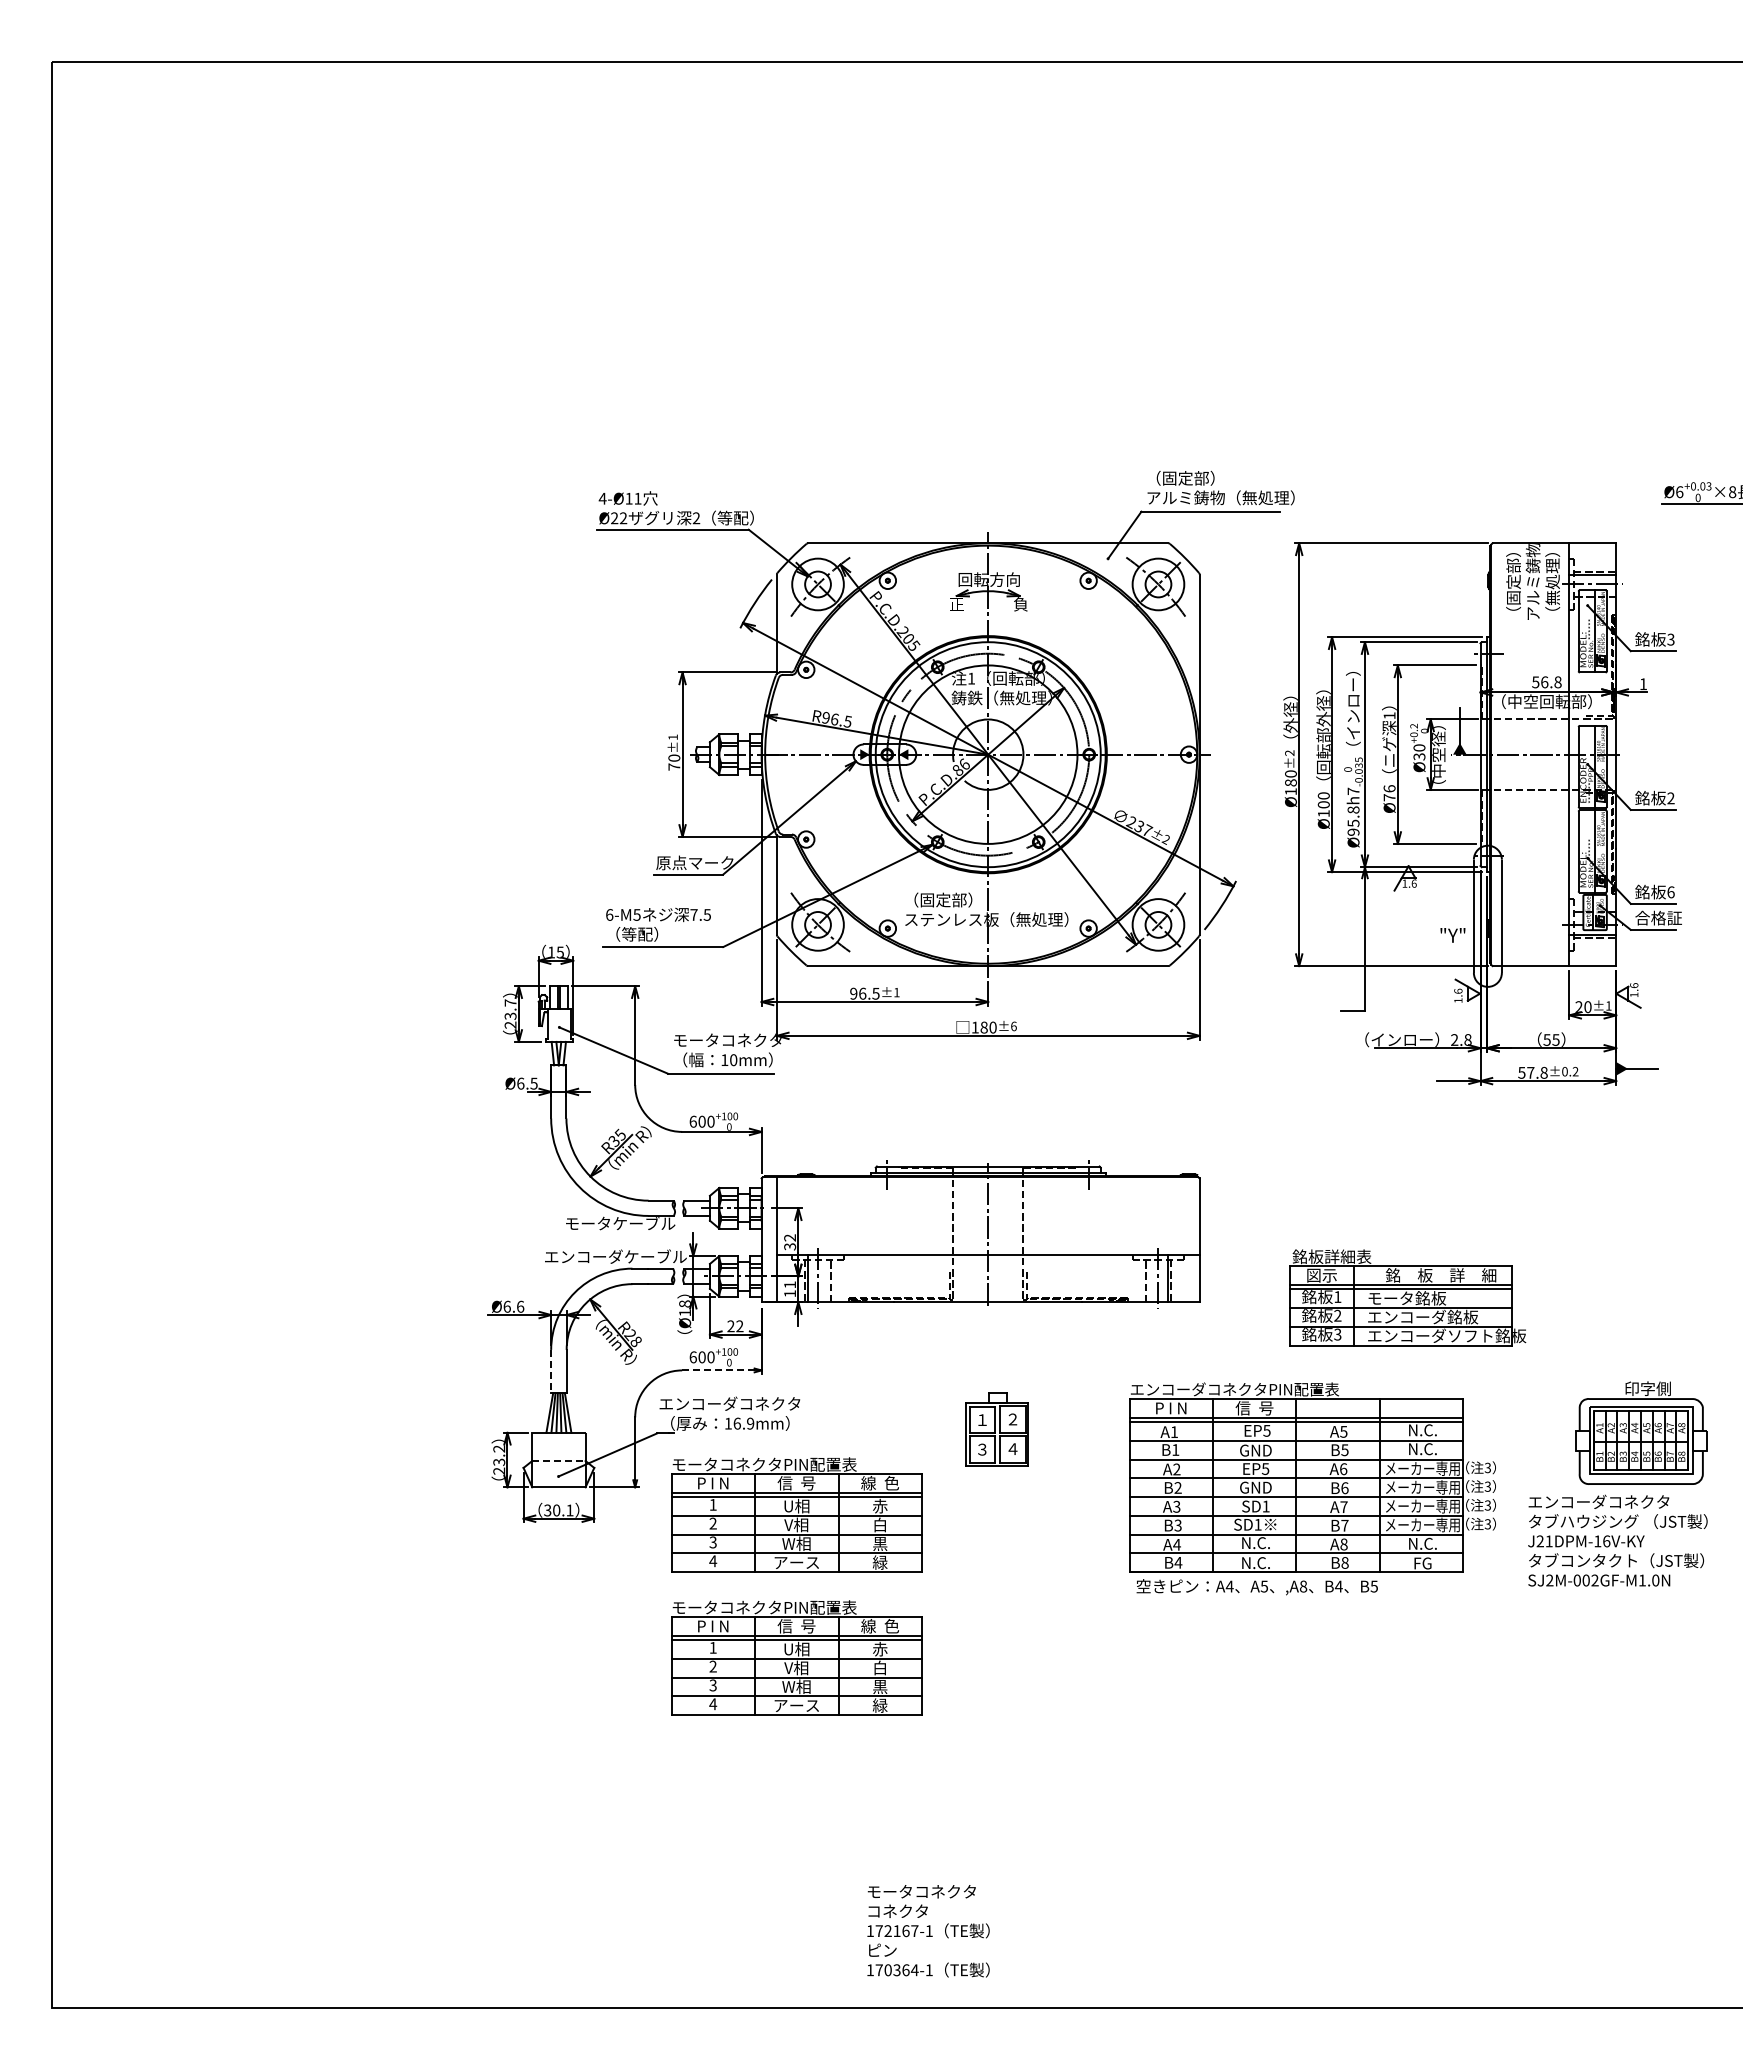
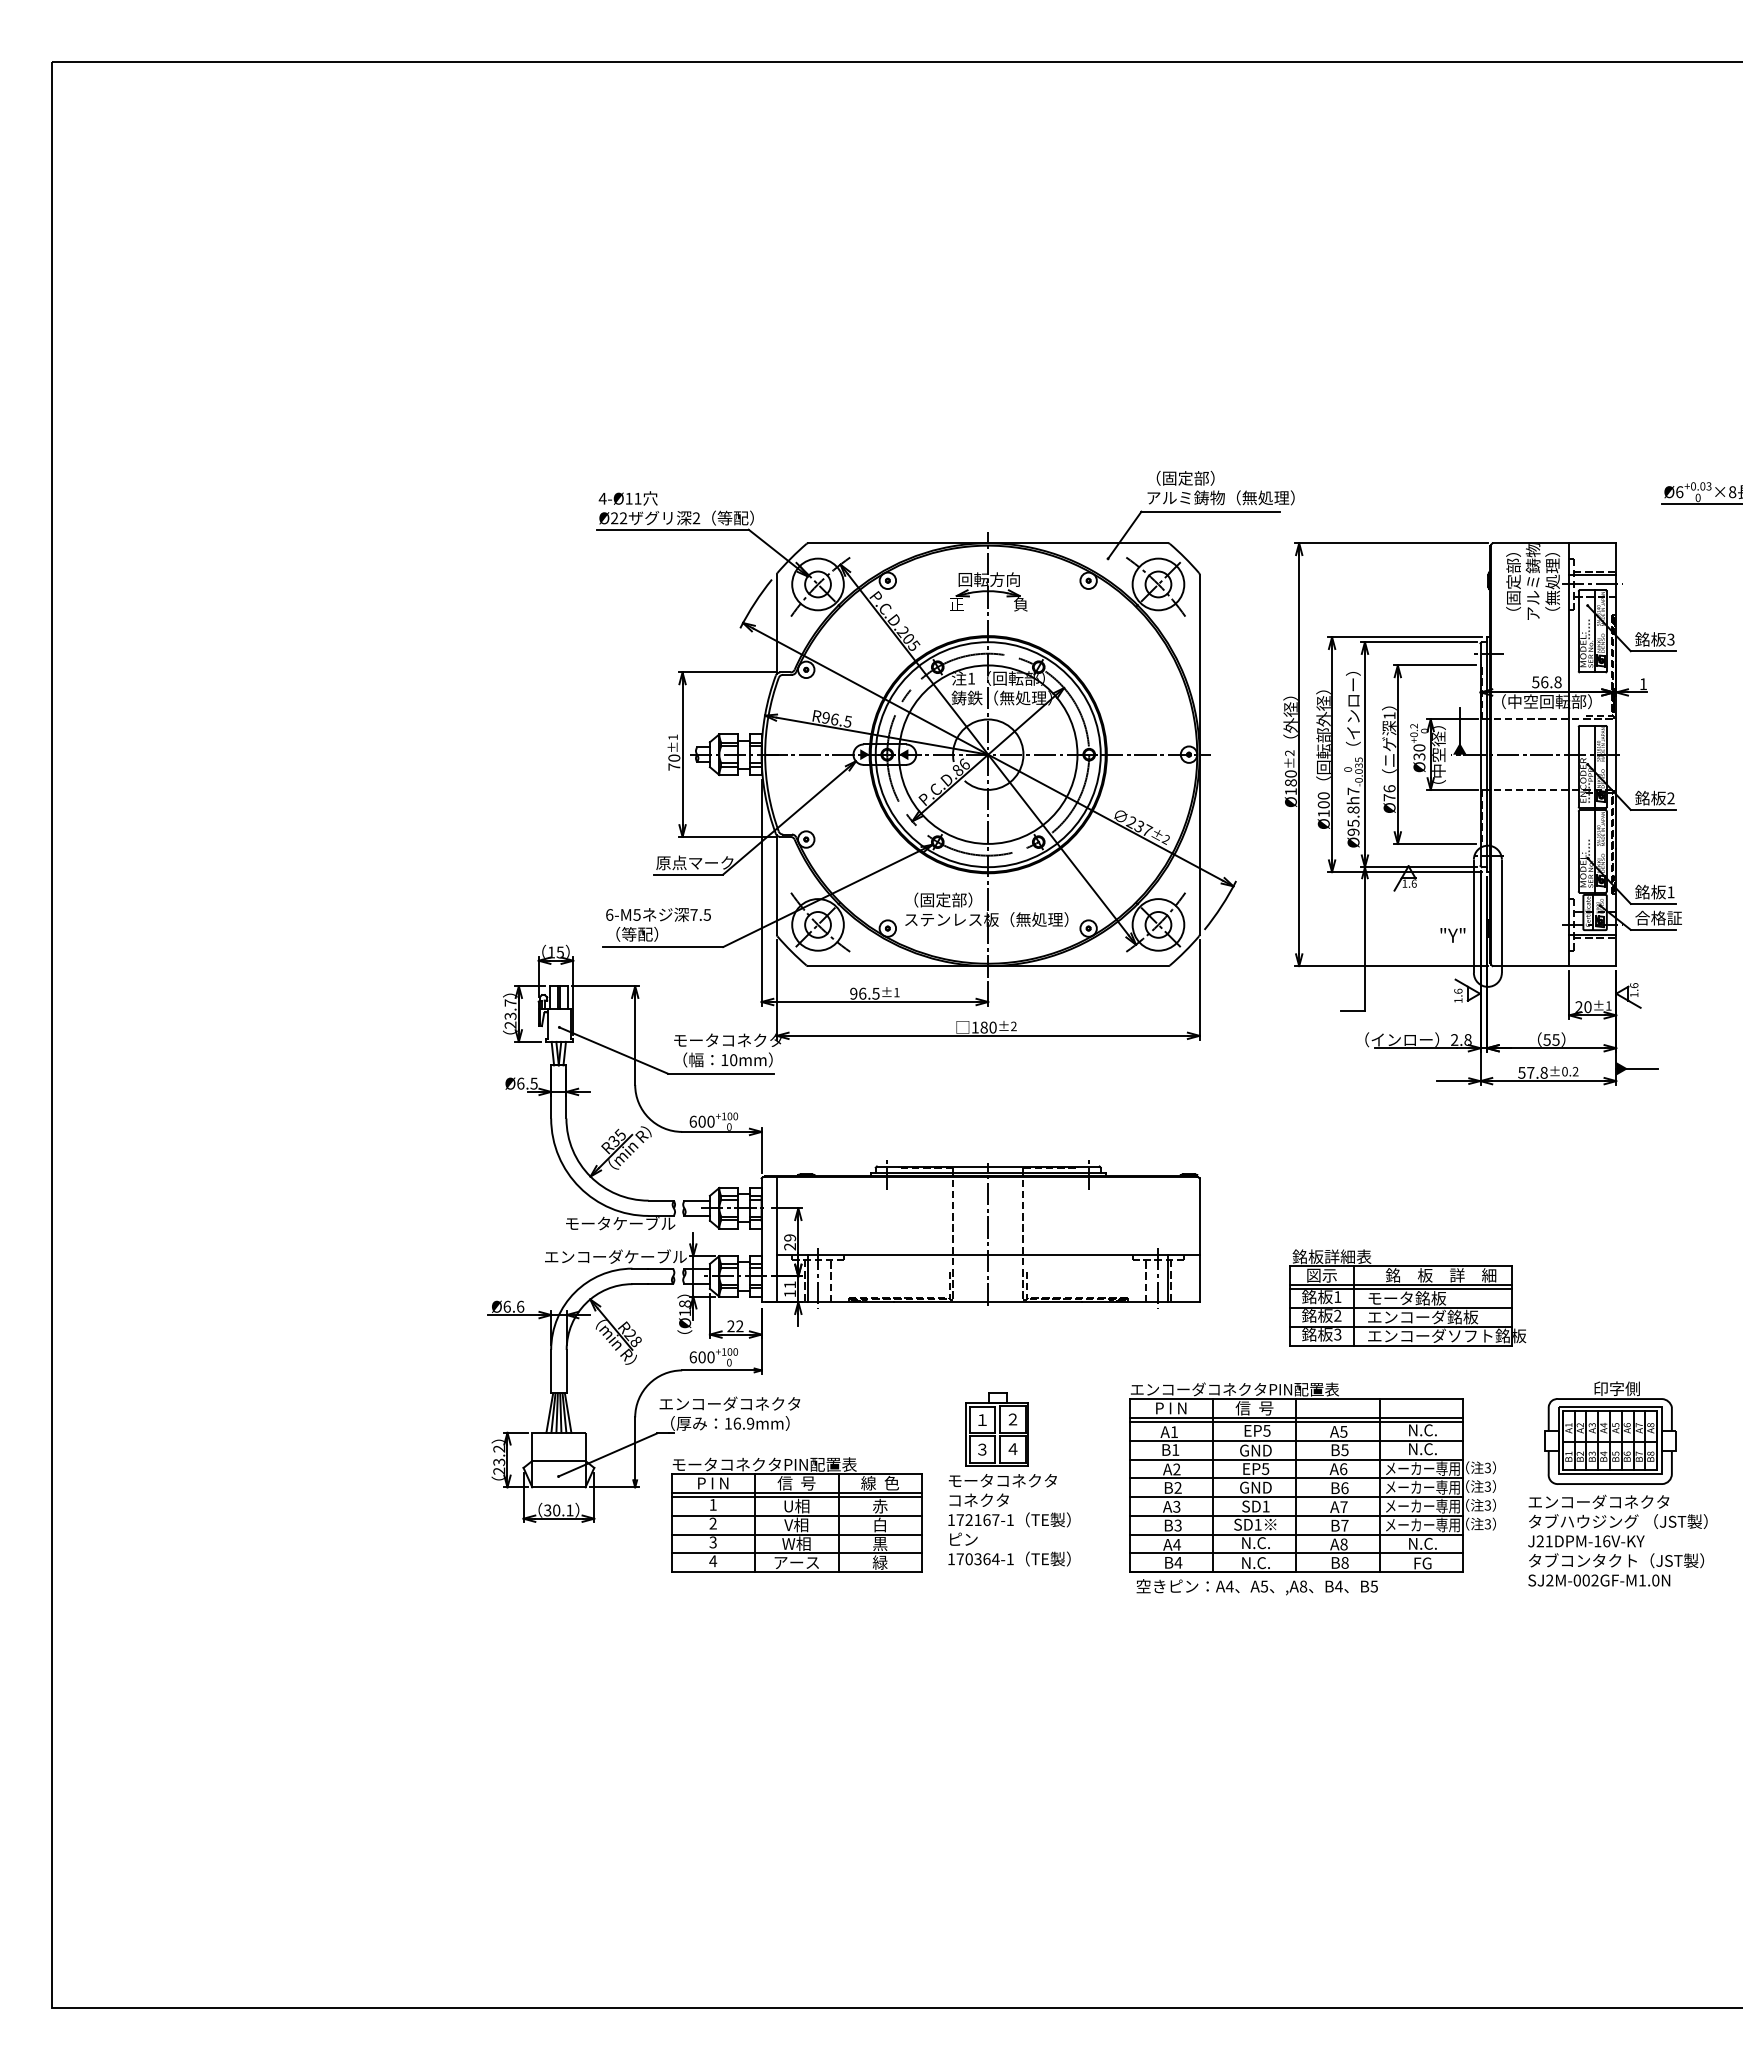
text at (1670, 892): 6 -> 1
text at (1013, 1026): ±6 -> ±2
text at (790, 1242): 32 -> 29
line at (717, 1370): dashed -> solid
line at (551, 1371): dashed -> solid
part at (1641, 1432) position: (1641, 1432) -> (1610, 1432)
line at (558, 1461): dashed -> solid
part at (796, 1657): present -> none
text at (928, 1931) position: (928, 1931) -> (1009, 1520)
